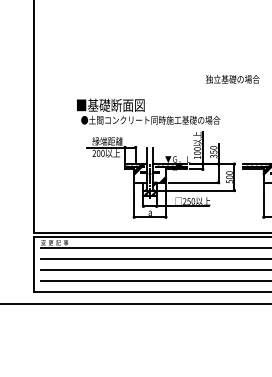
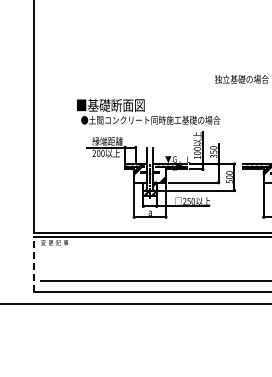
text at (232, 79) position: (232, 79) -> (241, 79)
line at (154, 247): present -> none
line at (154, 258): present -> none
line at (34, 264): solid -> dashed
line at (154, 269): present -> none
